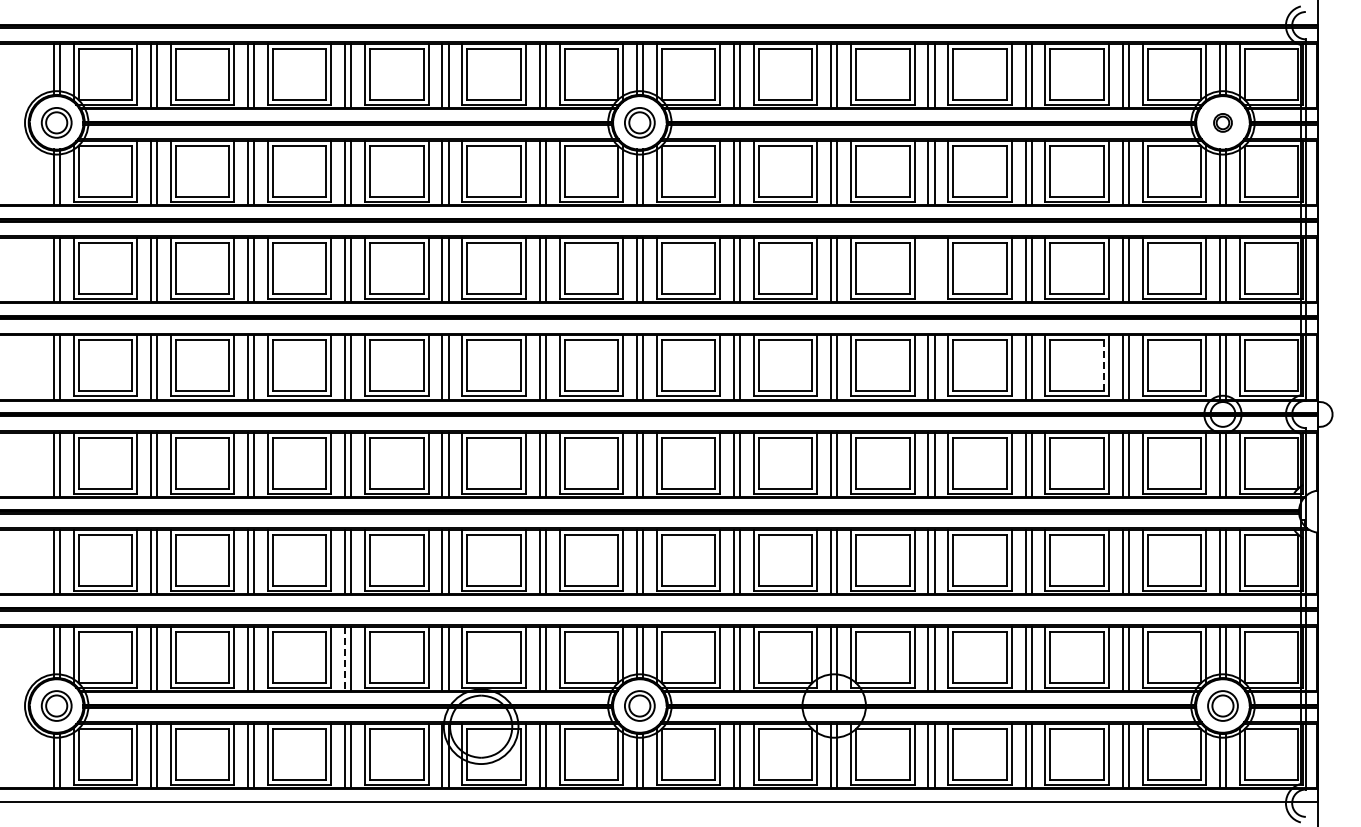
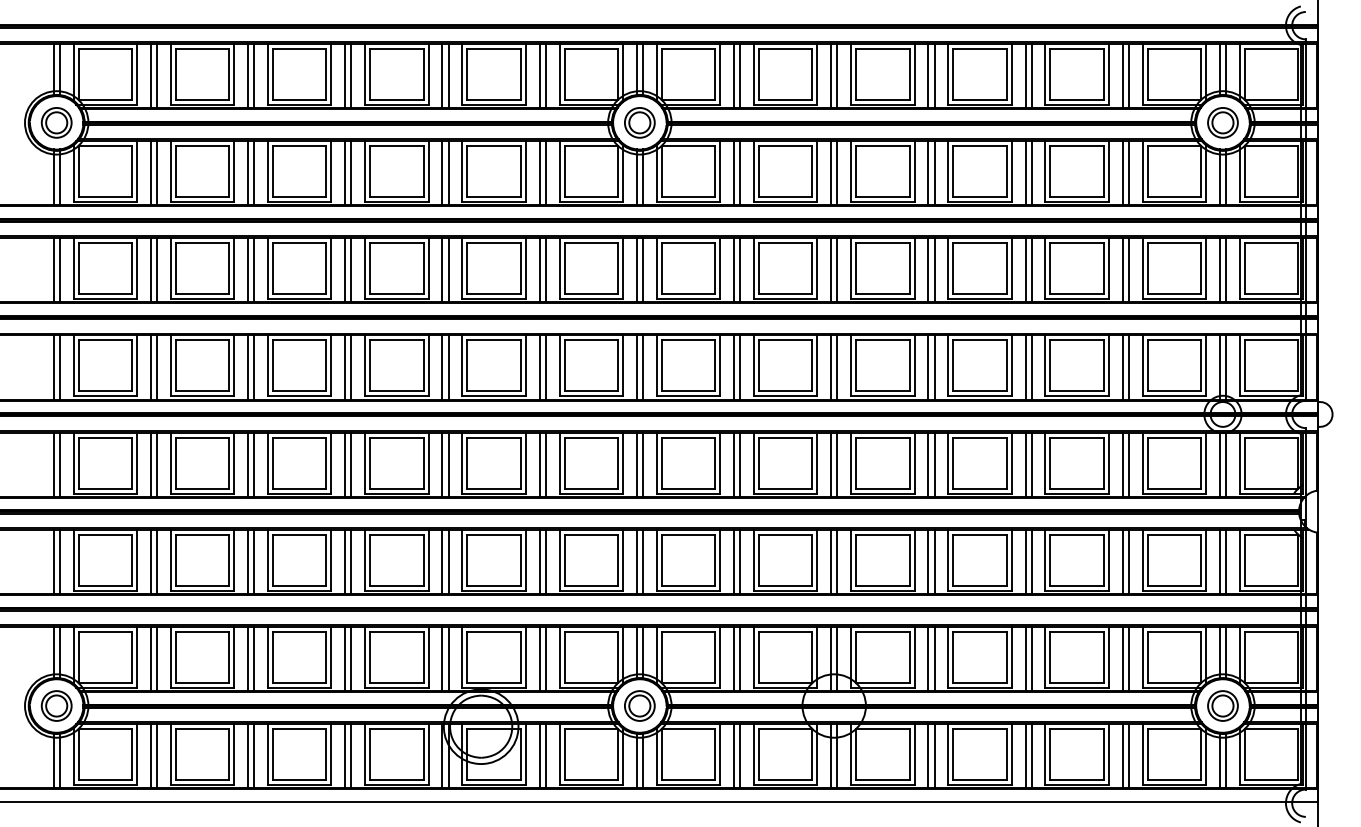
part at (1222, 122) size: 20x20 px -> 32x32 px
line at (928, 270): none -> present
line at (934, 270): none -> present
line at (1103, 365): dashed -> solid
line at (345, 659): dashed -> solid
